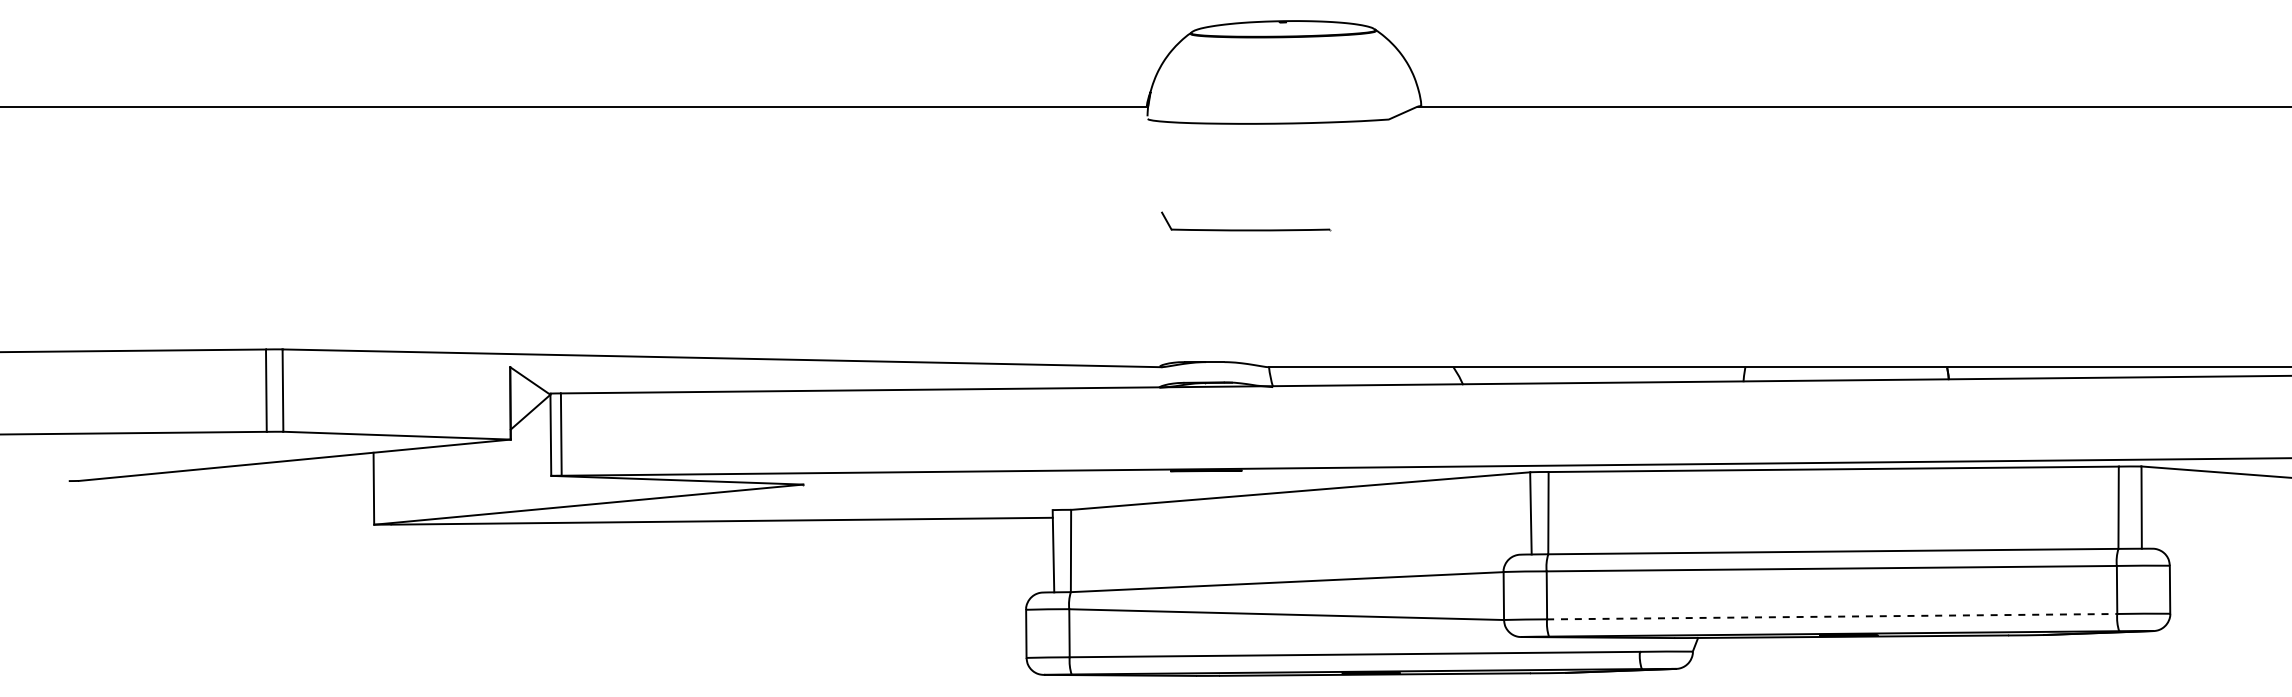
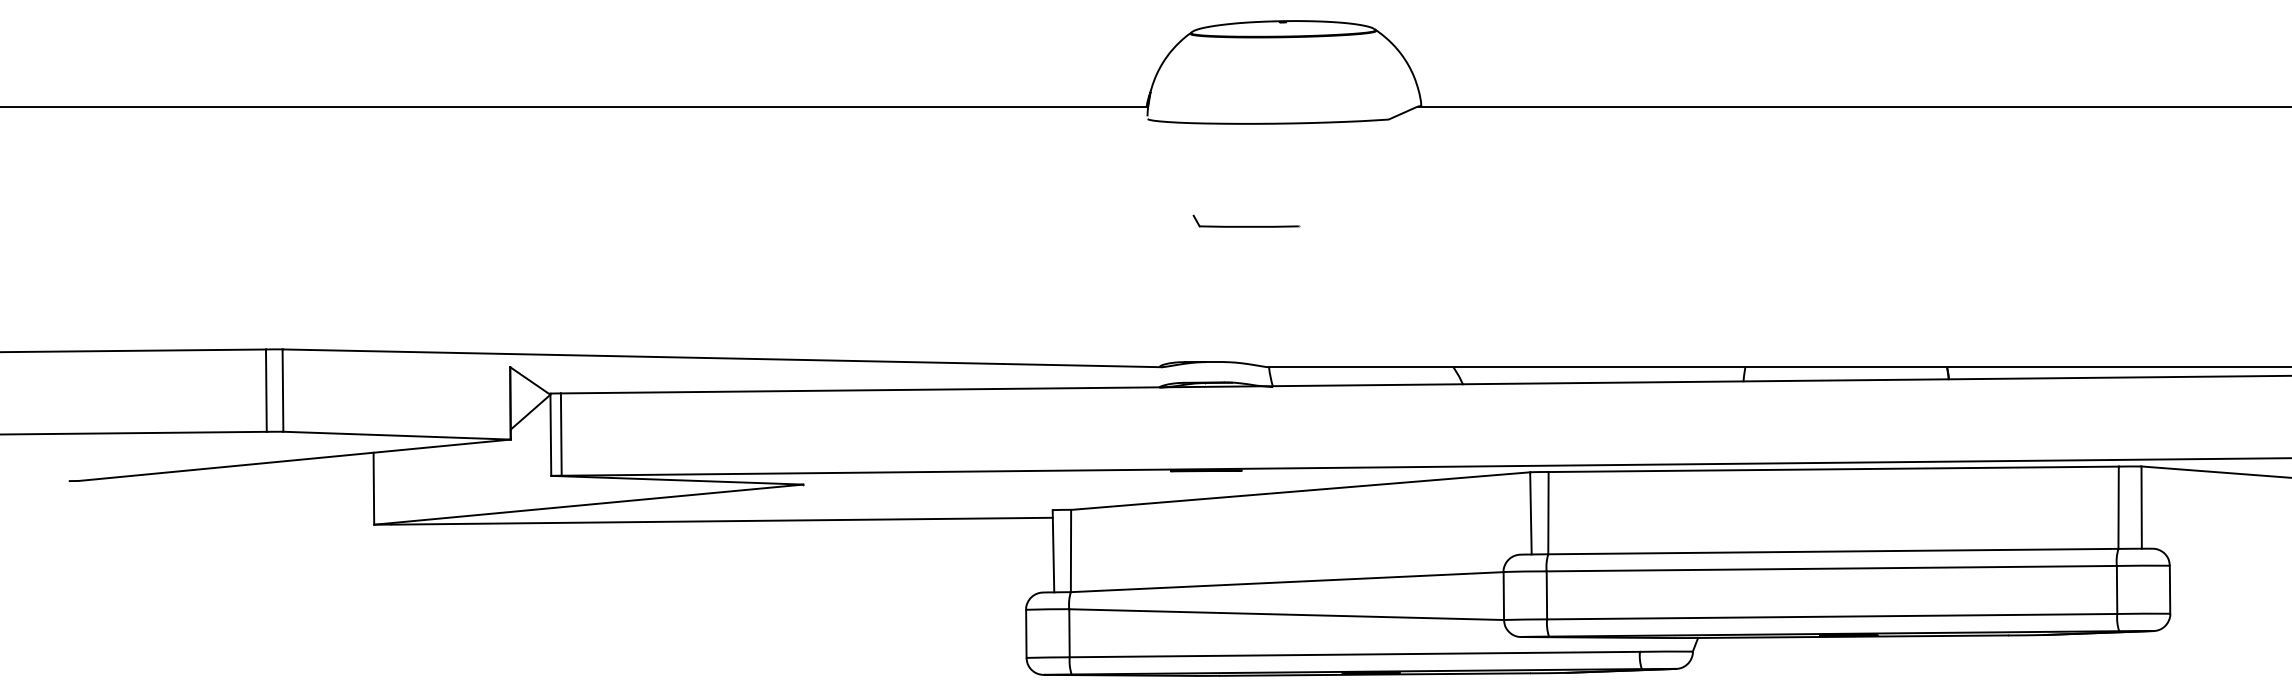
part at (1246, 221) size: 171x21 px -> 109x14 px
line at (1832, 616): dashed -> solid
